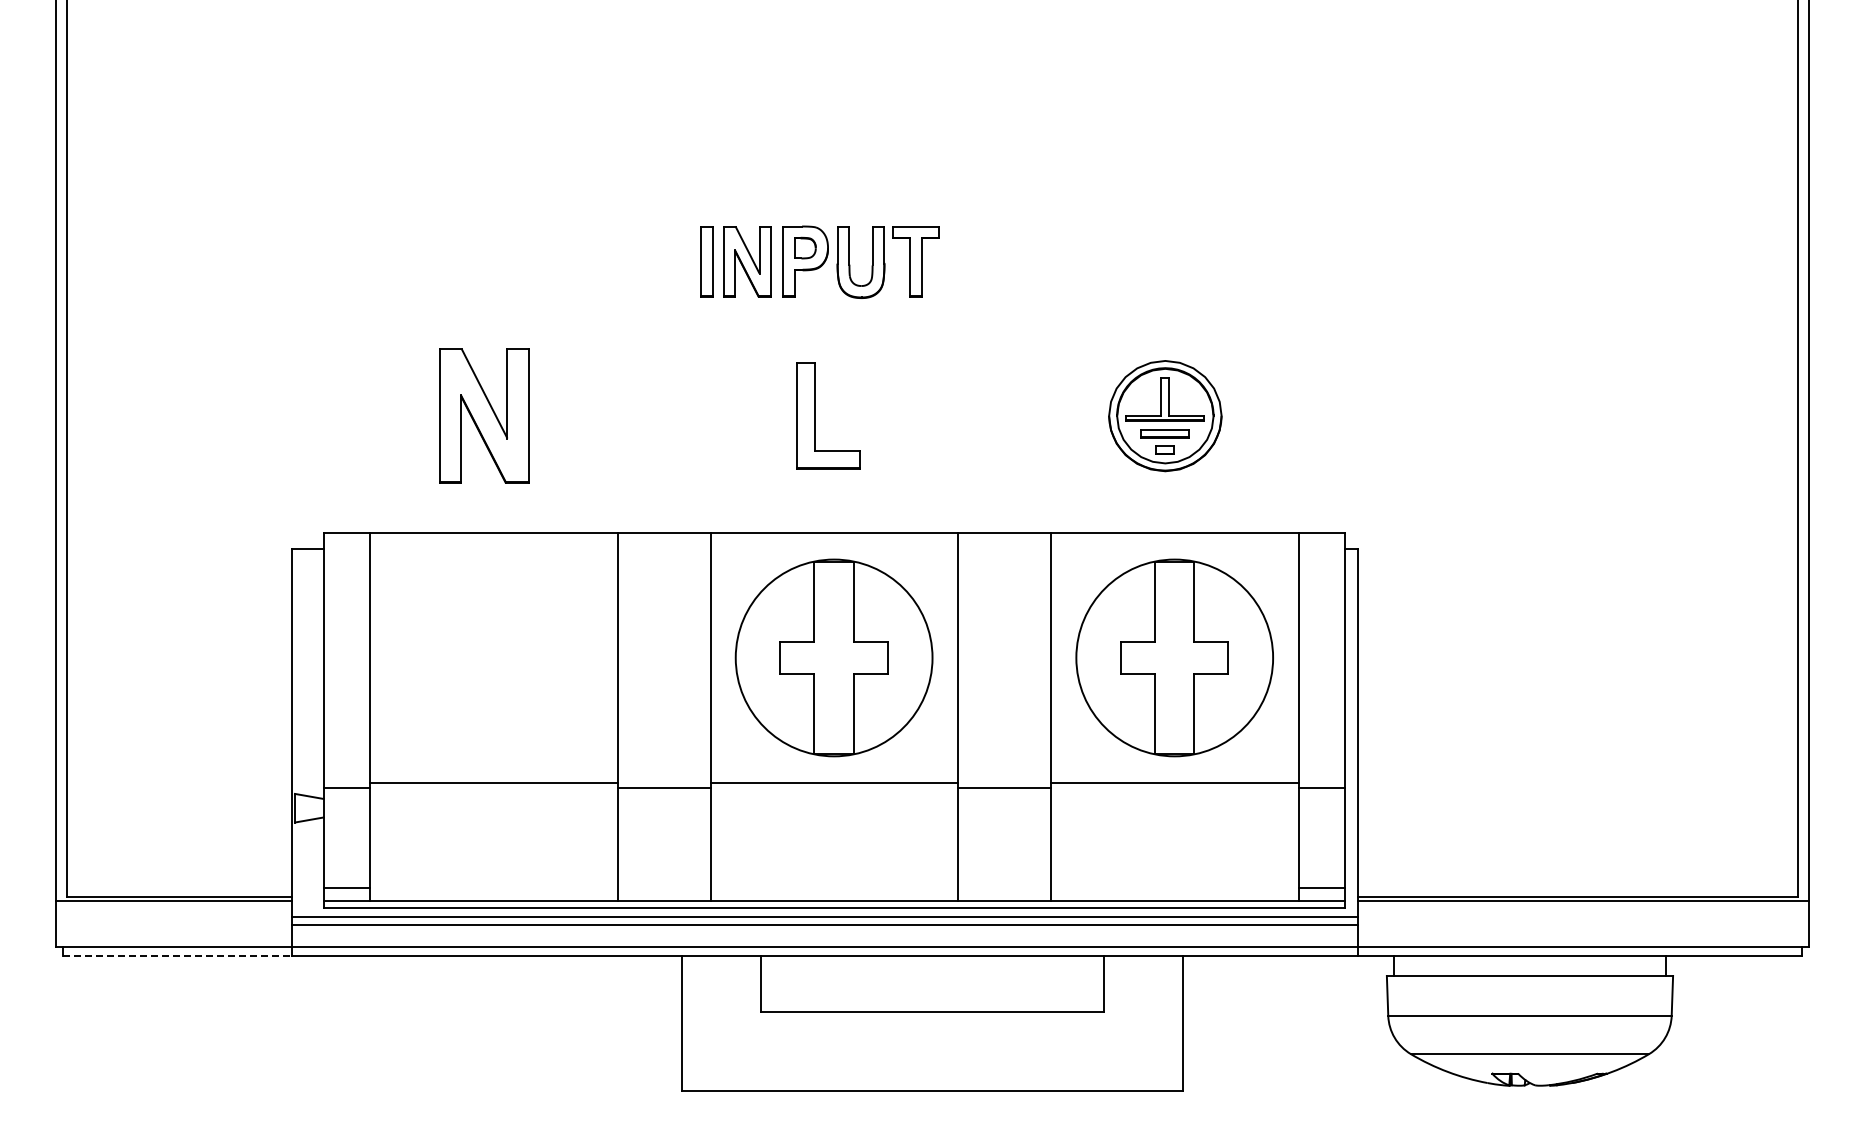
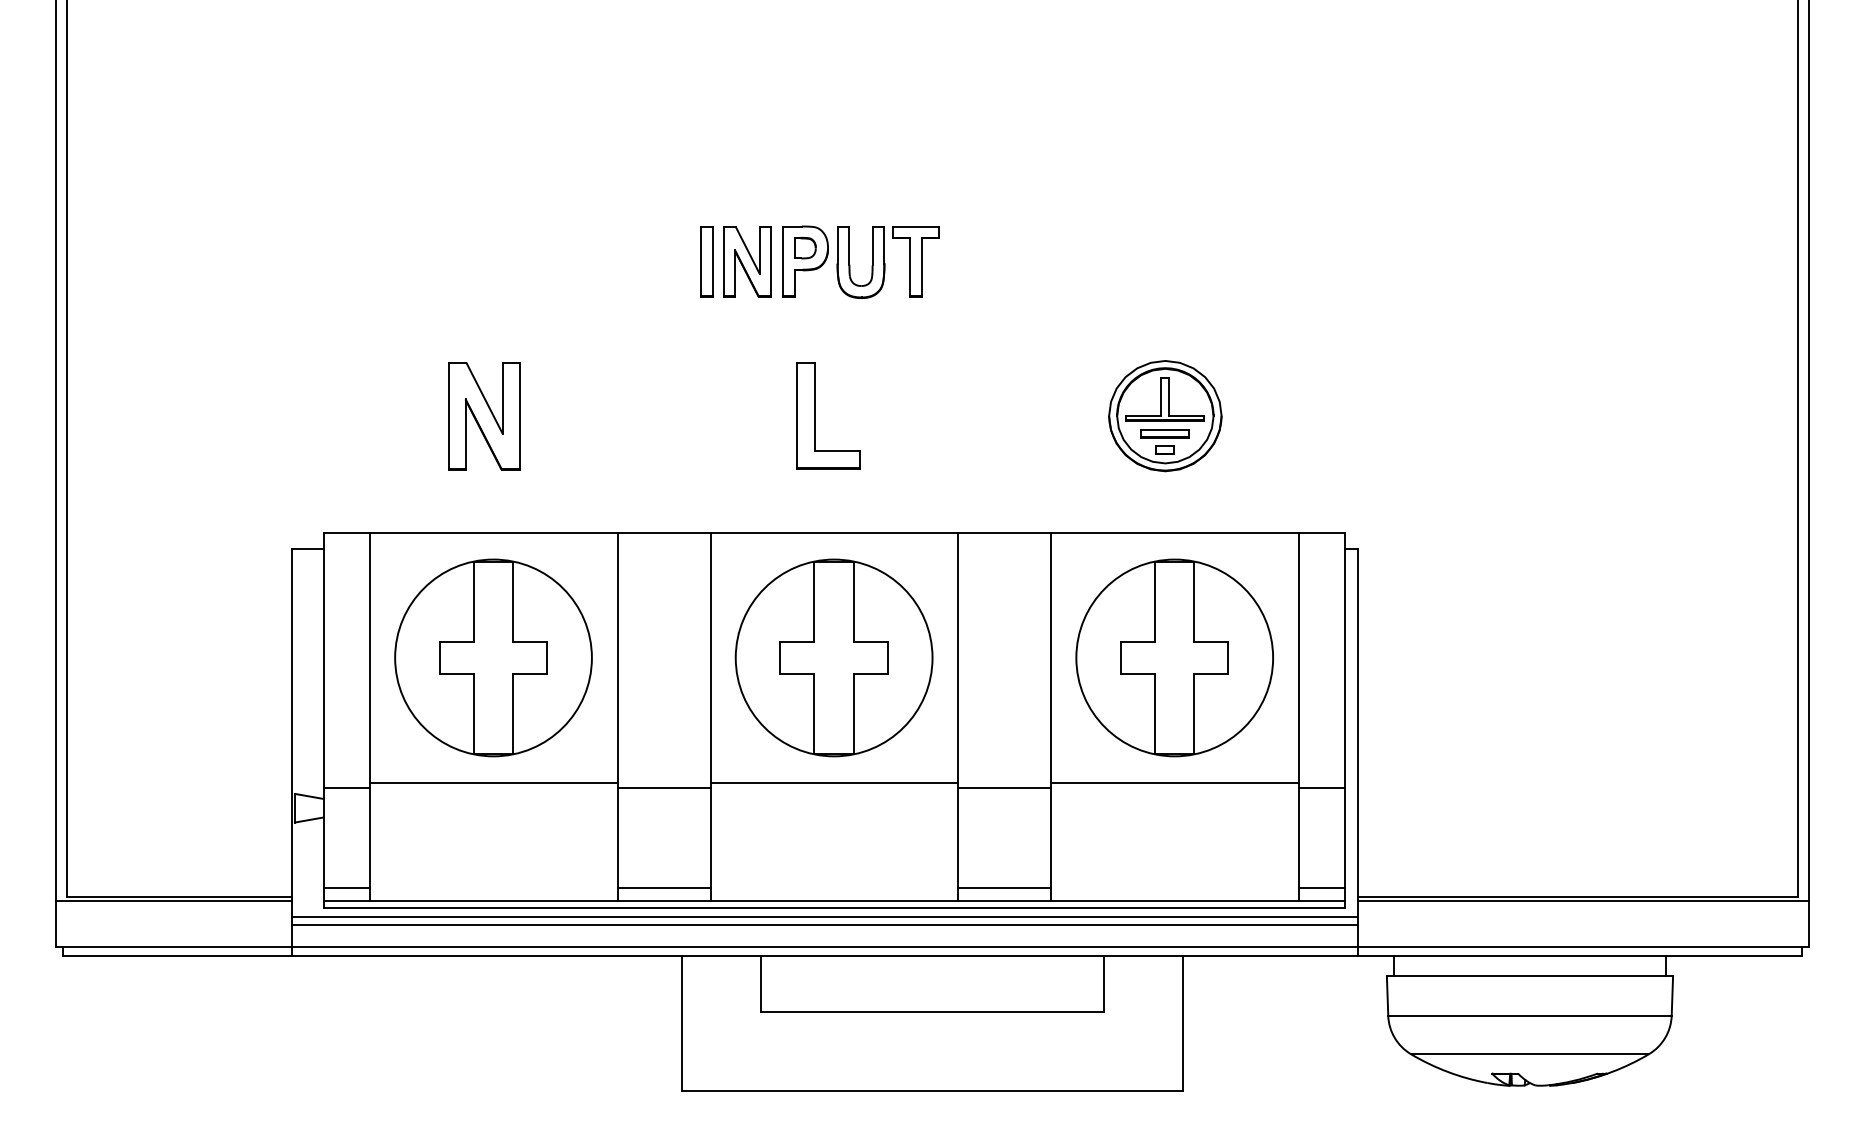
part at (484, 415) size: 91x136 px -> 73x109 px
part at (493, 657): none -> present
line at (663, 887): none -> present
line at (1004, 887): none -> present
line at (178, 956): dashed -> solid
